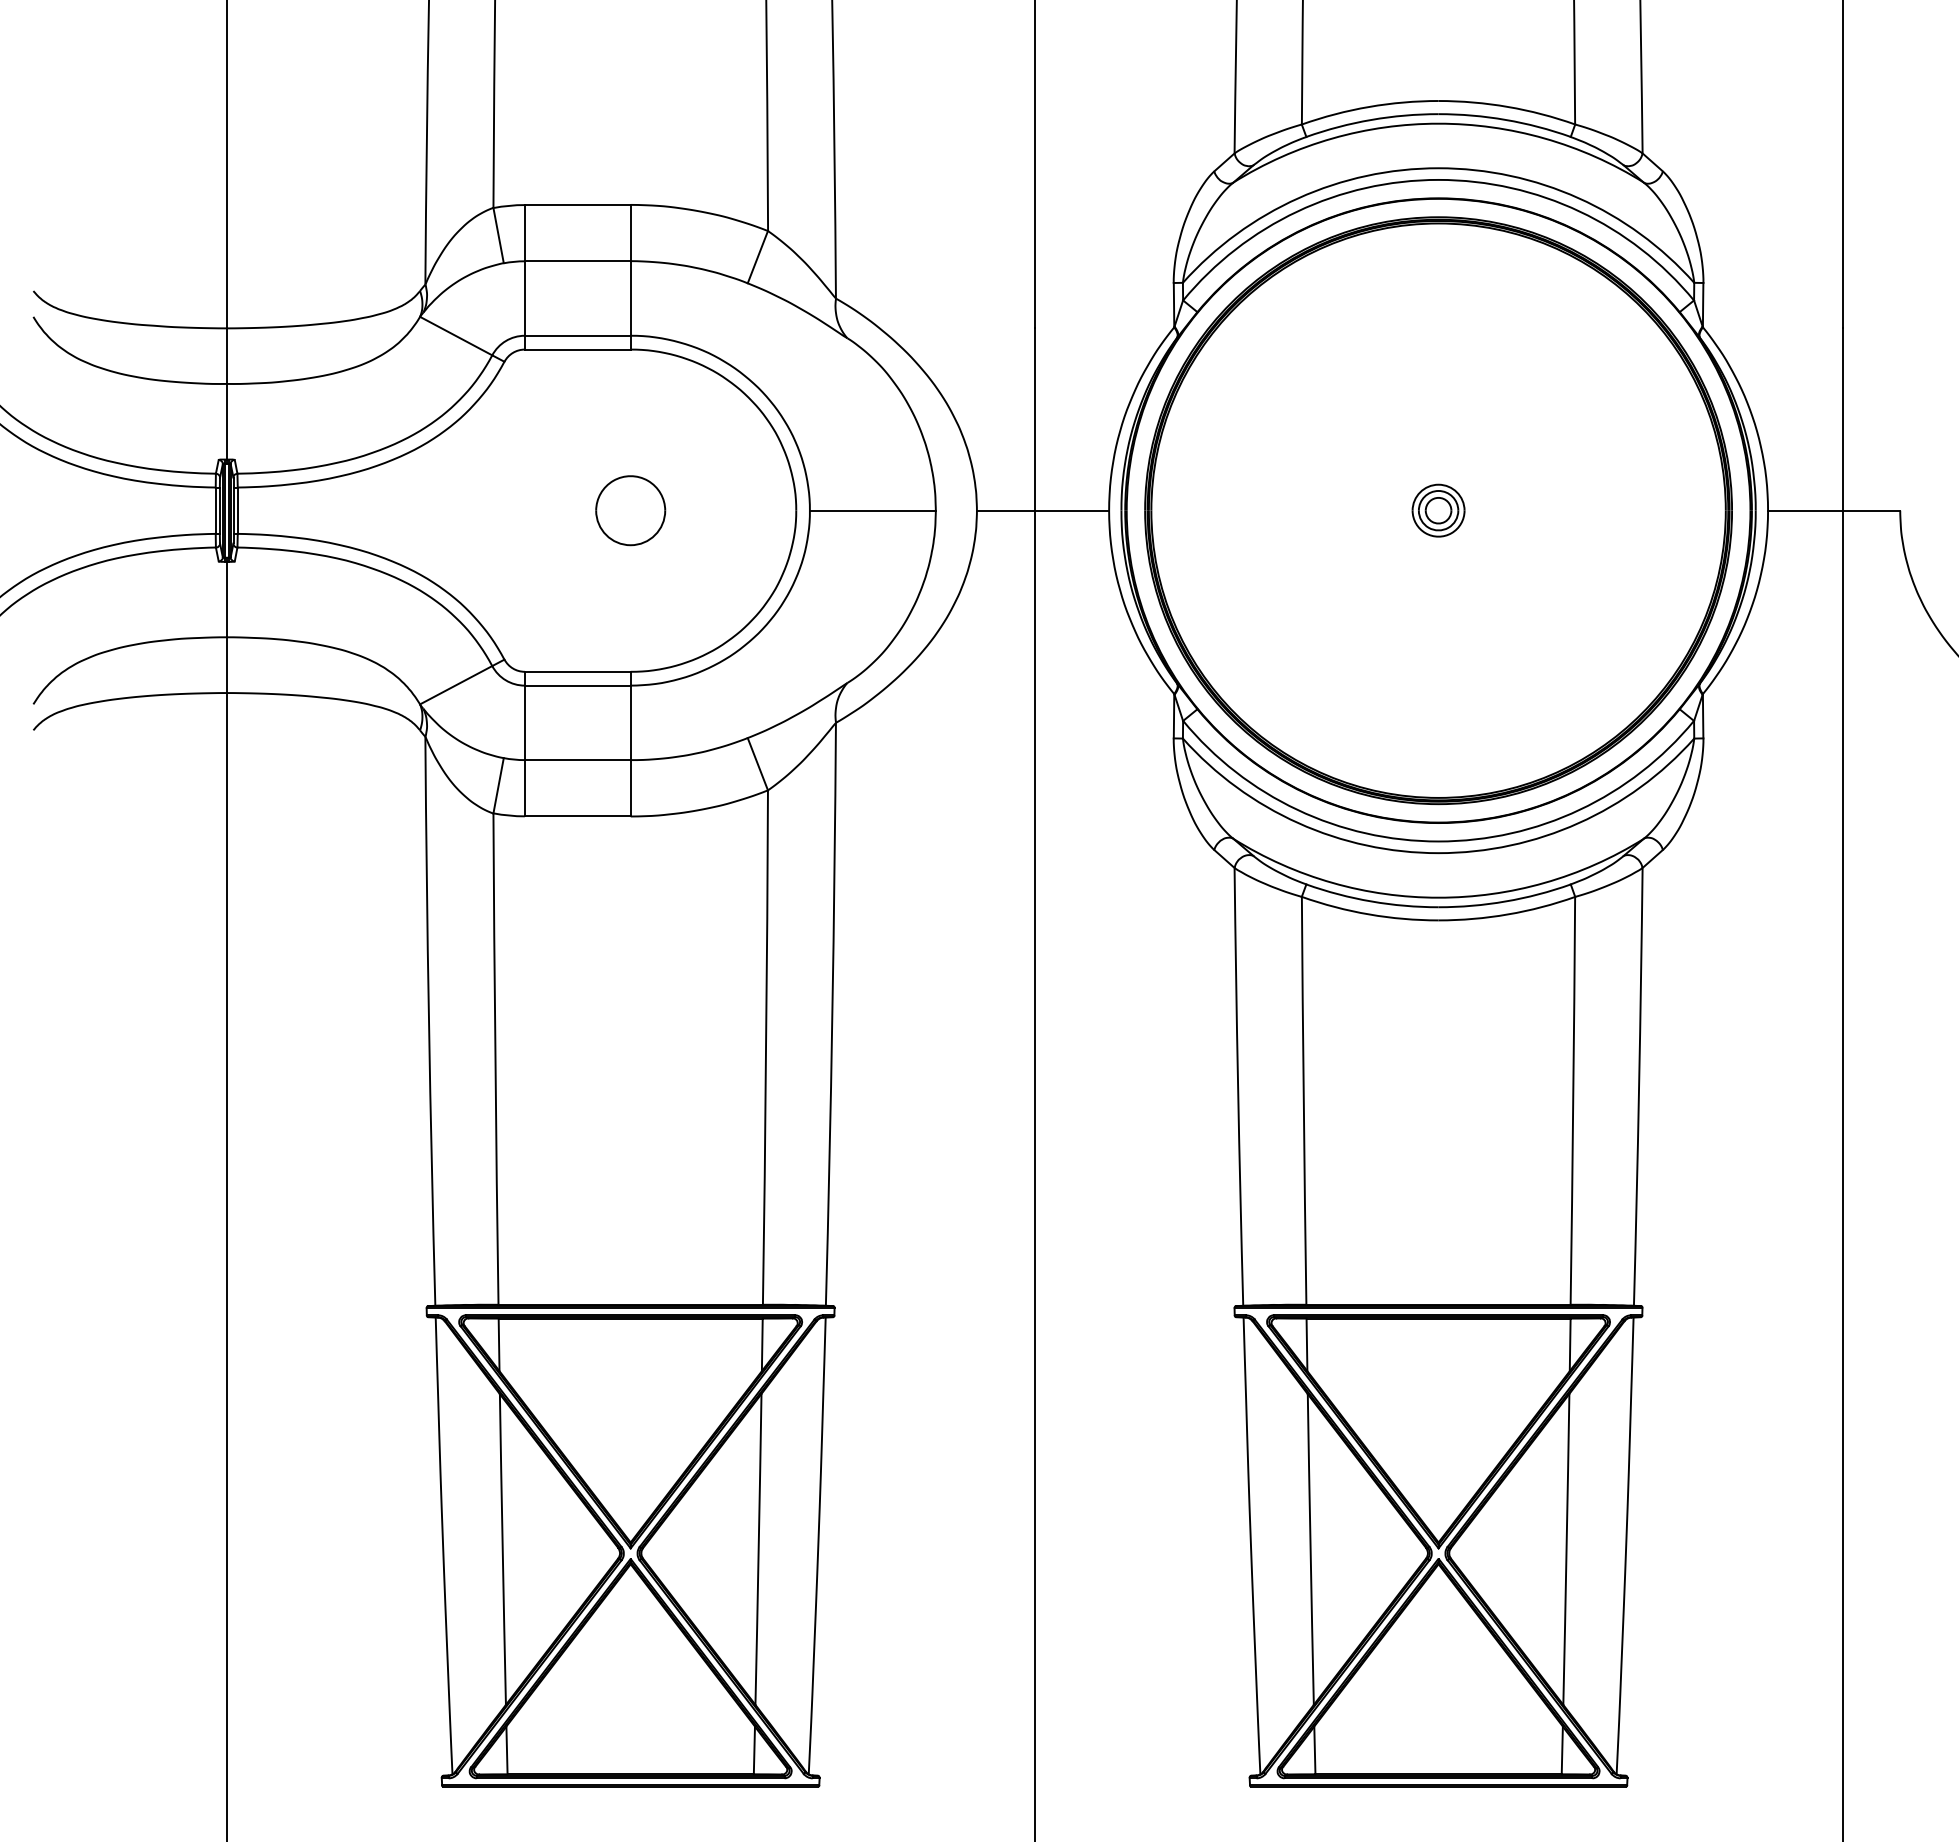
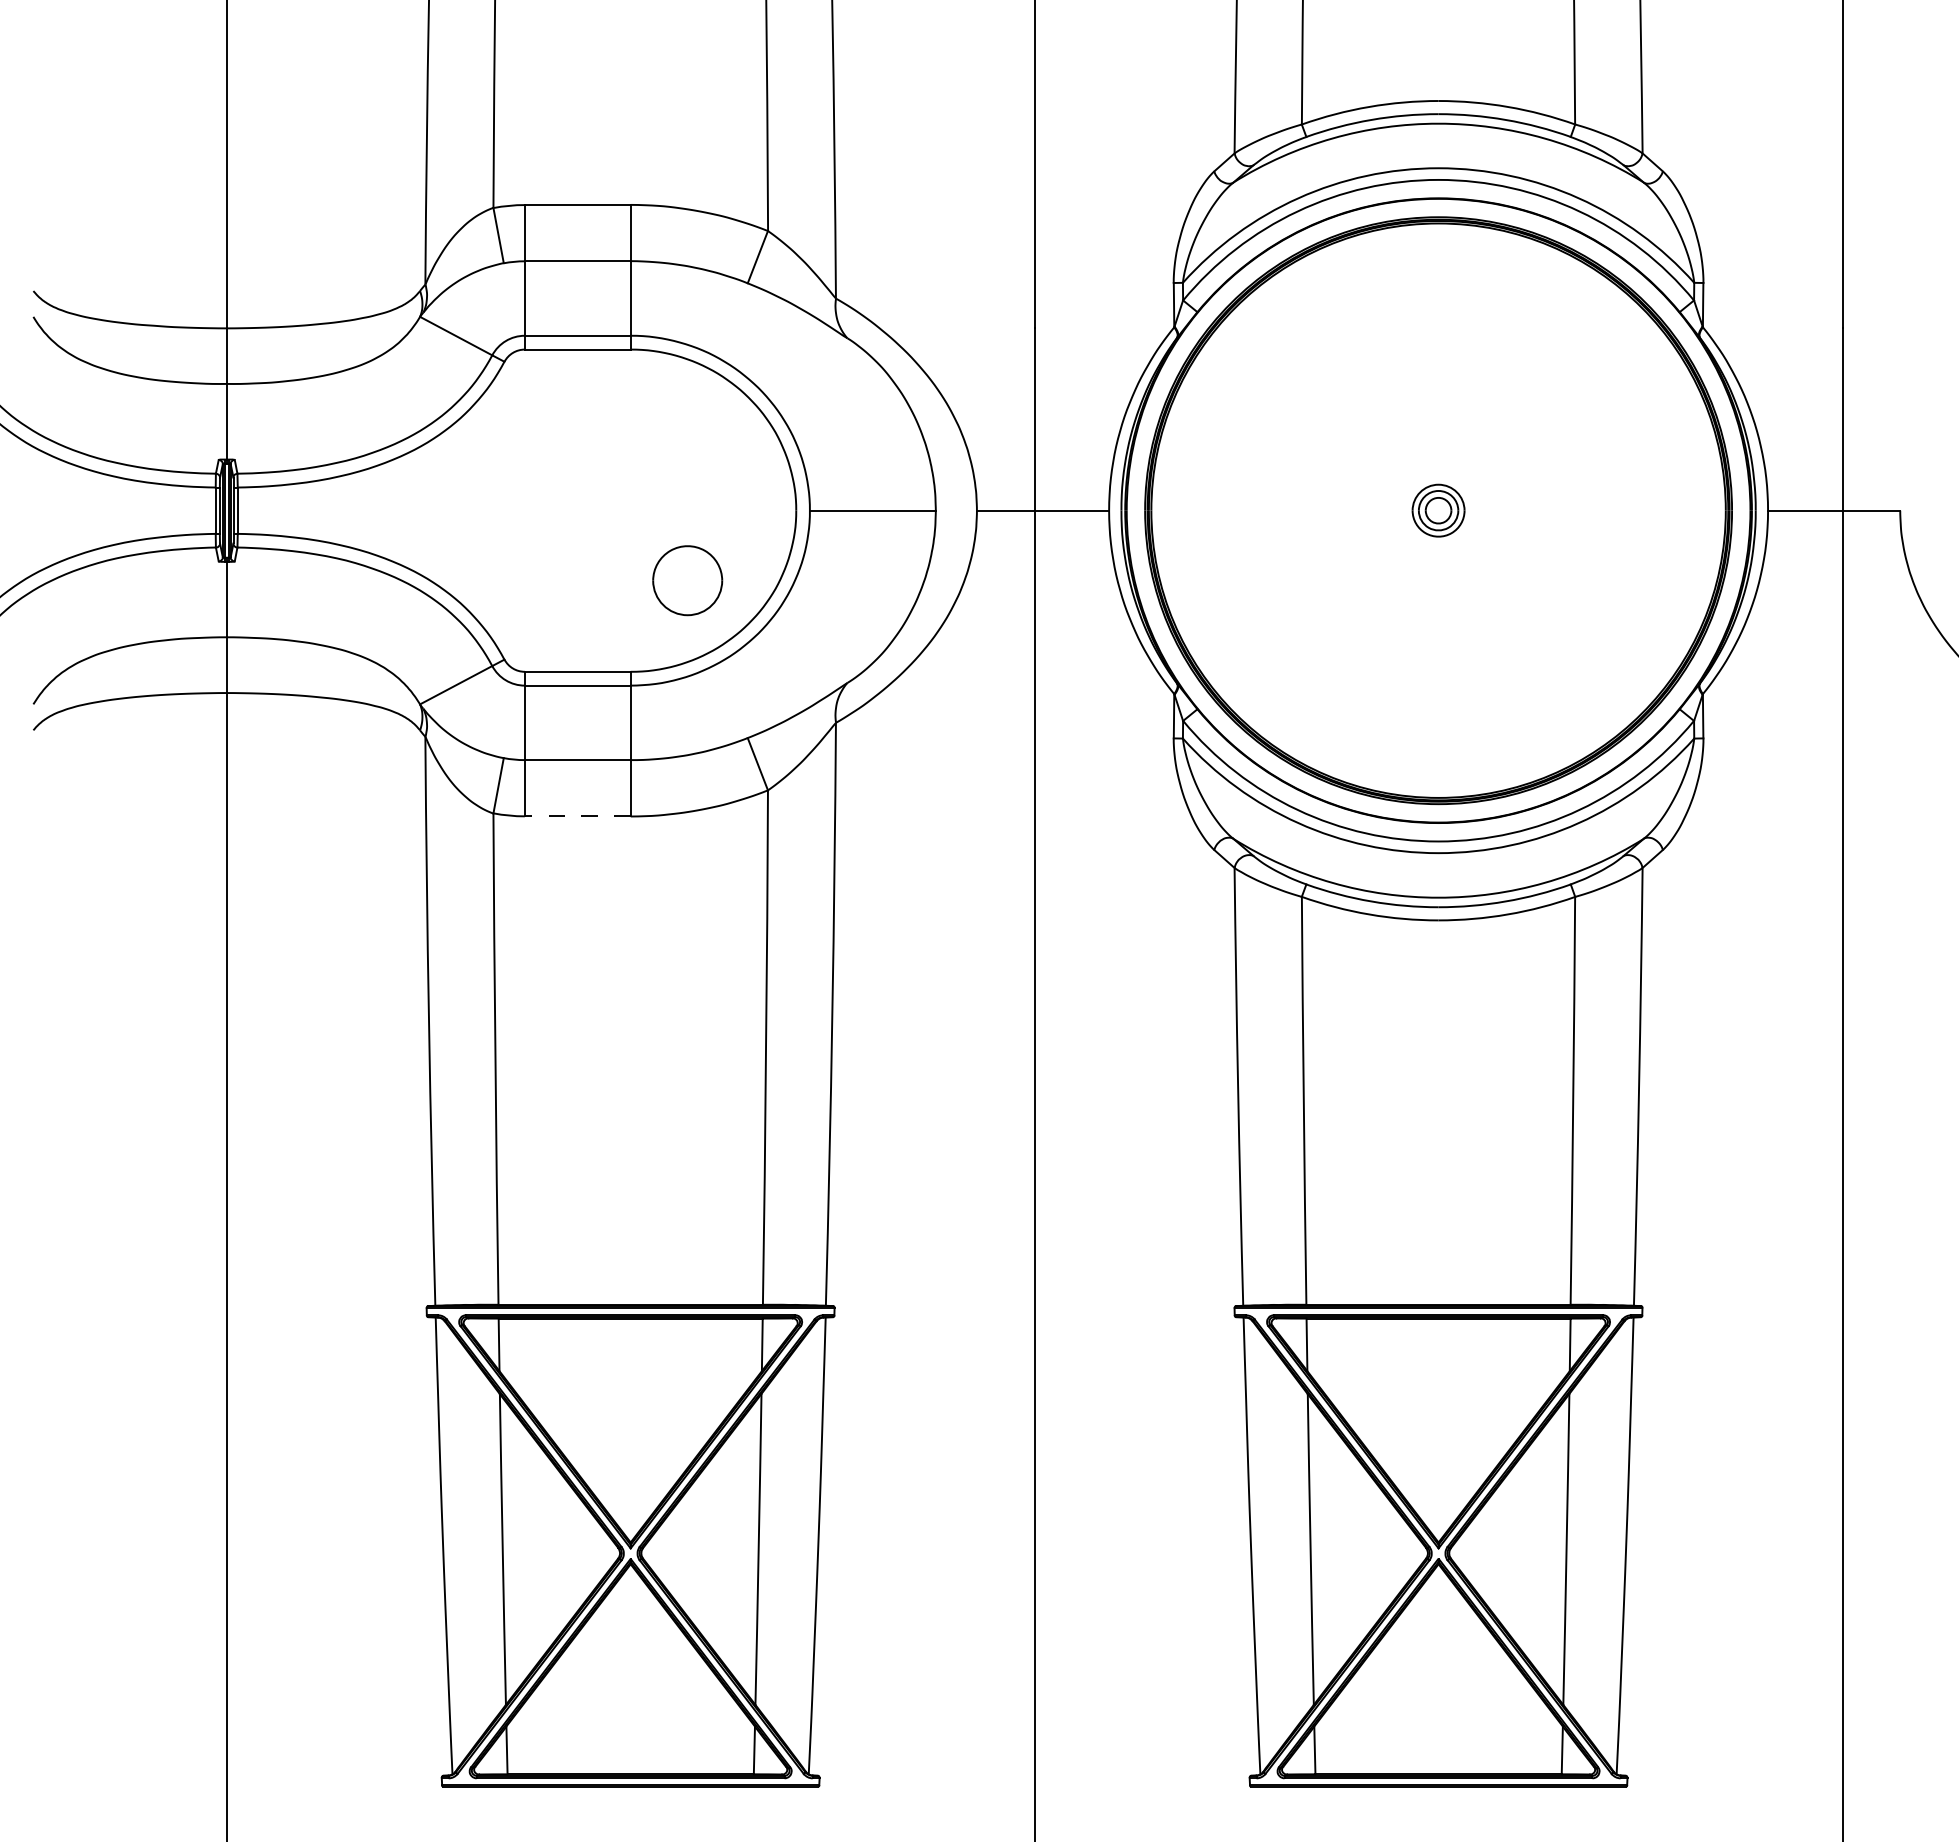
part at (630, 510) position: (630, 510) -> (687, 580)
line at (577, 816): solid -> dashed
